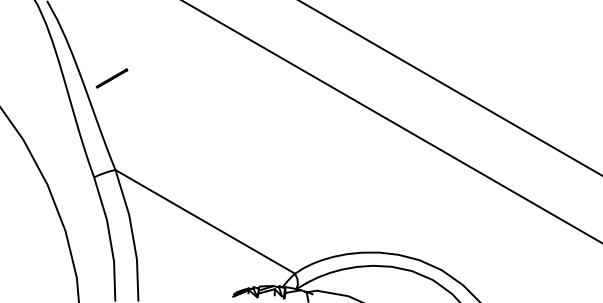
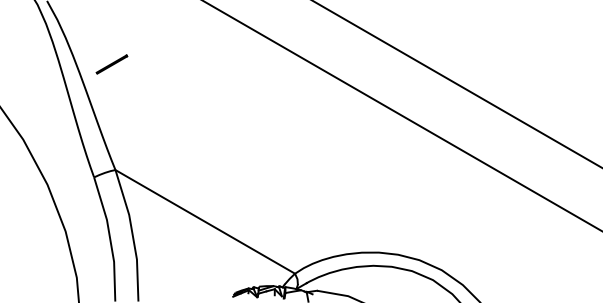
line at (111, 78) position: (111, 78) -> (111, 64)
line at (450, 88) position: (450, 88) -> (456, 84)
line at (392, 121) position: (392, 121) -> (402, 115)
